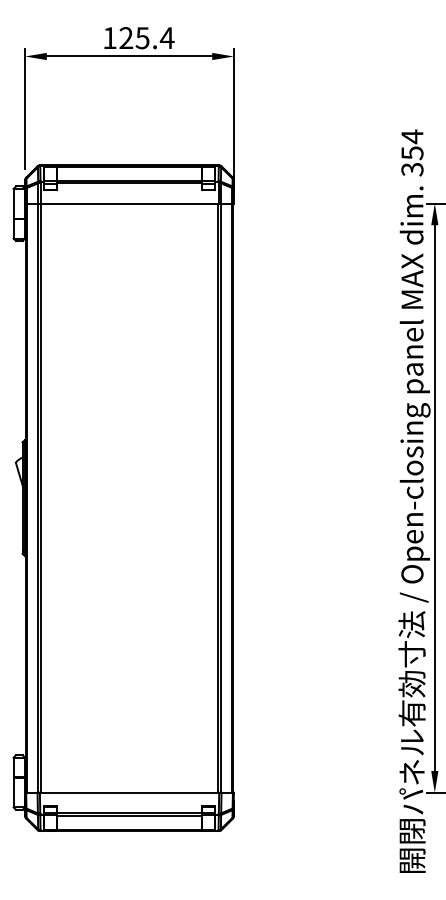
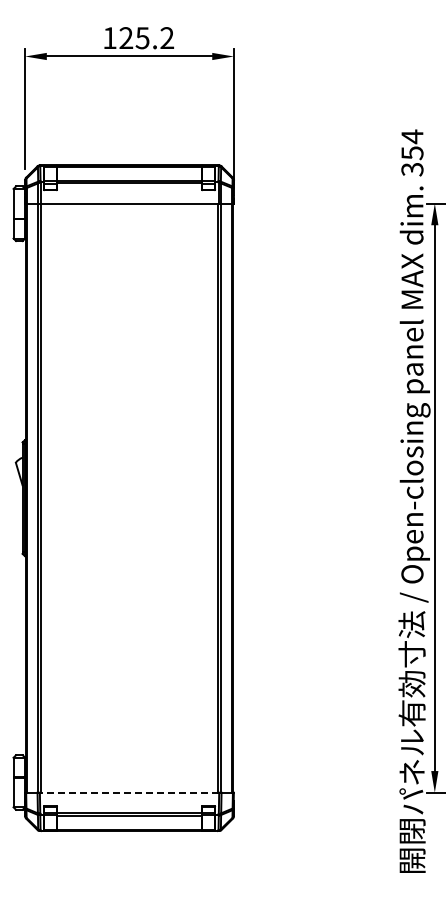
text at (166, 37): 125.4 -> 125.2
line at (129, 792): solid -> dashed
